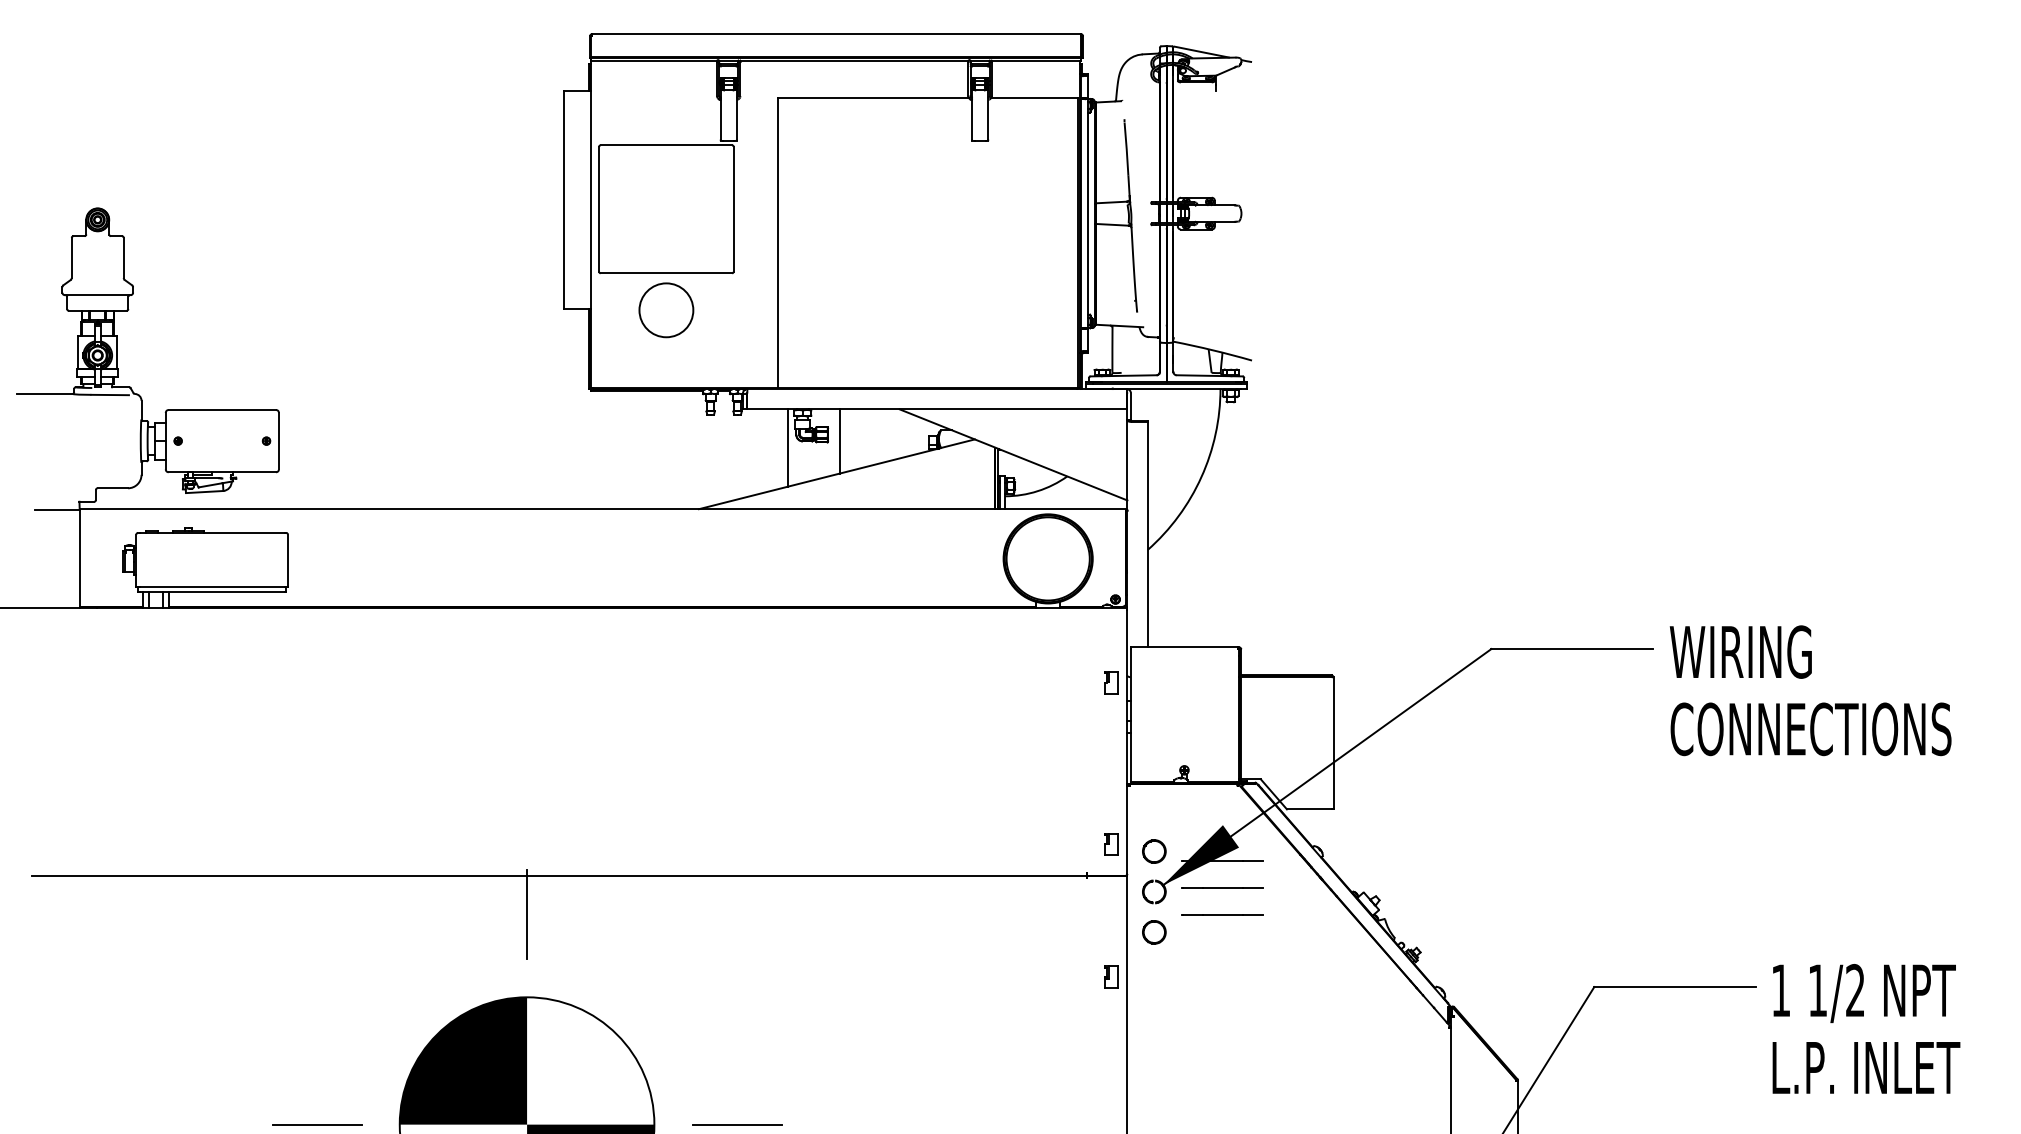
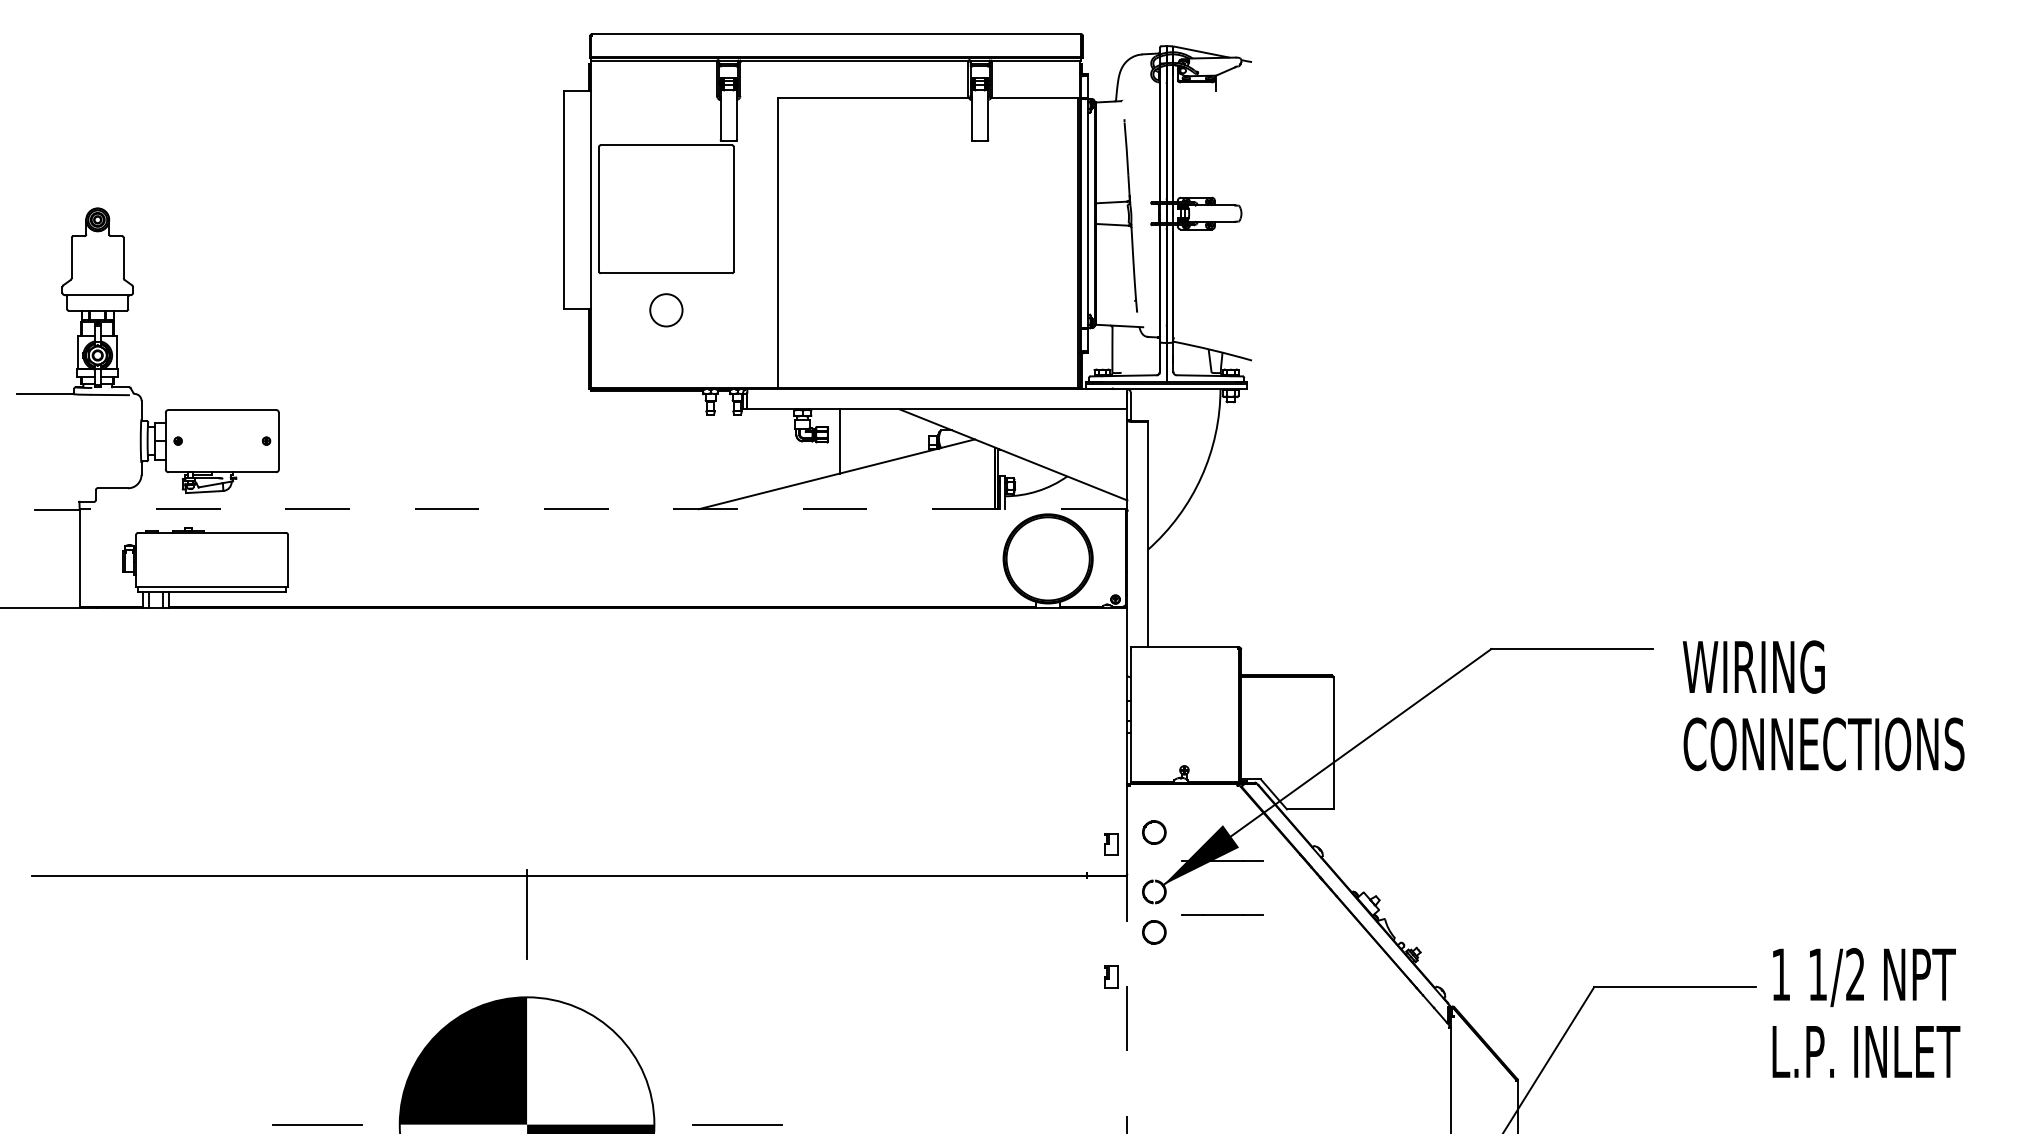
circle at (666, 310) diameter: 54 px -> 32 px
line at (788, 447): present -> none
line at (602, 509): solid -> dashed
part at (1111, 682): present -> none
text at (1810, 690) position: (1810, 690) -> (1823, 705)
part at (1154, 851) position: (1154, 851) -> (1154, 832)
line at (1222, 887): present -> none
line at (1127, 1004): solid -> dashed
text at (1866, 1028) position: (1866, 1028) -> (1866, 1012)
